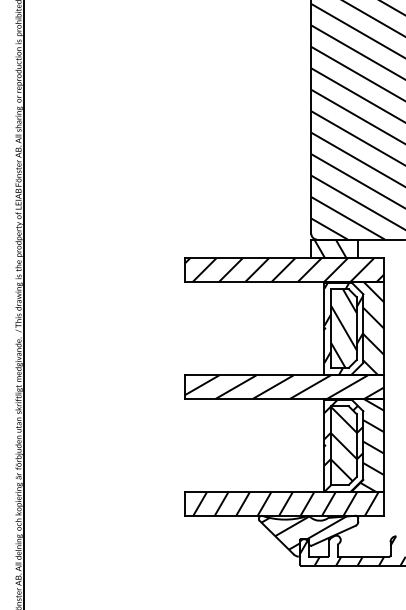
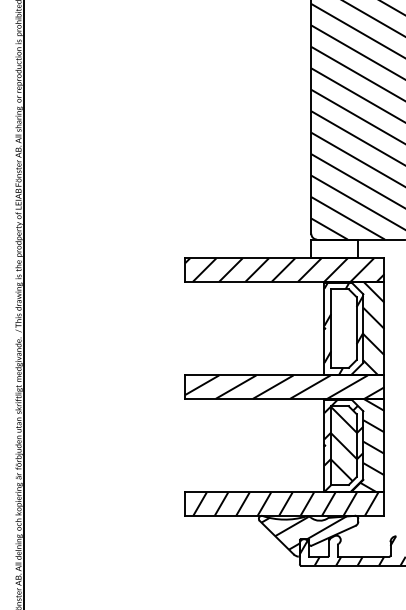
hatch at (336, 248): present -> none
hatch at (343, 328): present -> none
